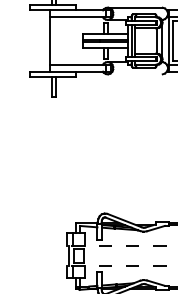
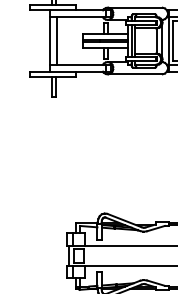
line at (56, 40): none -> present
line at (135, 74): none -> present
line at (122, 245): dashed -> solid
line at (122, 266): dashed -> solid
